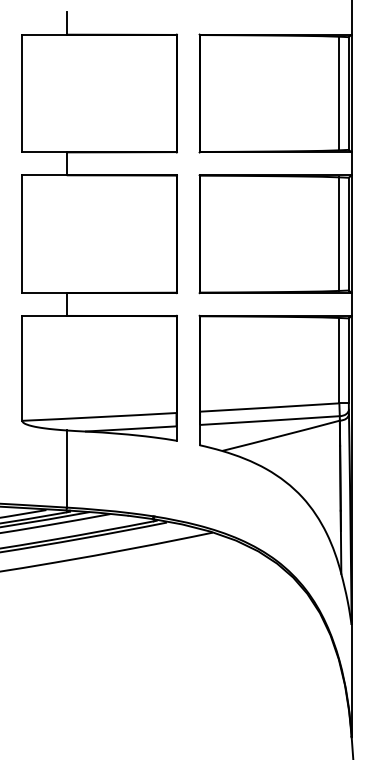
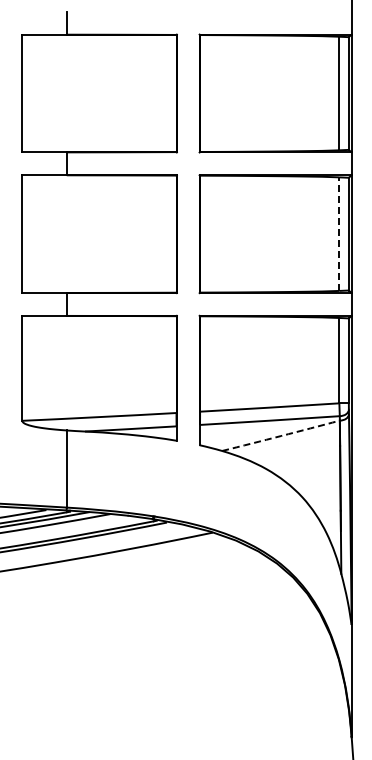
line at (339, 234): solid -> dashed
arc at (281, 436): solid -> dashed
